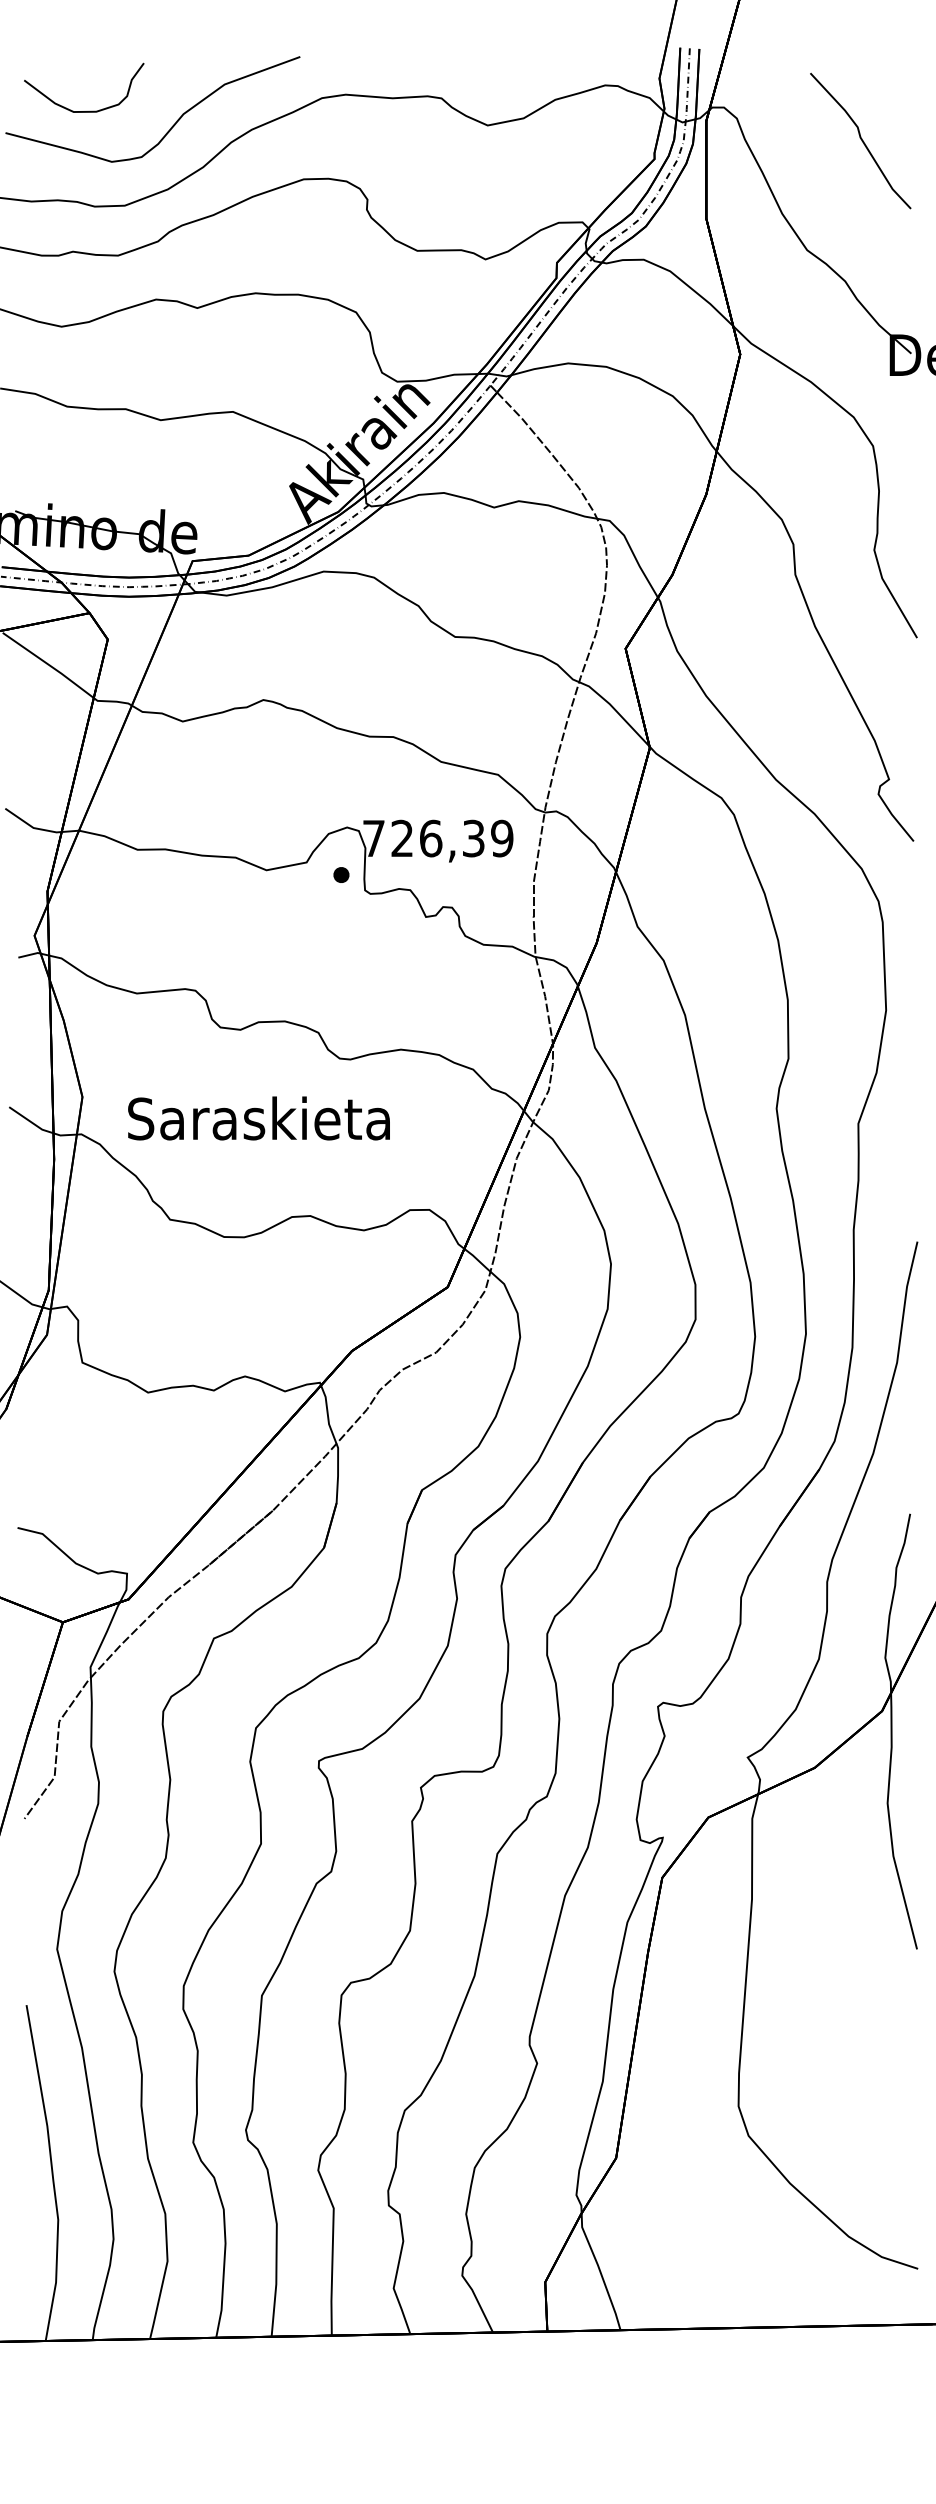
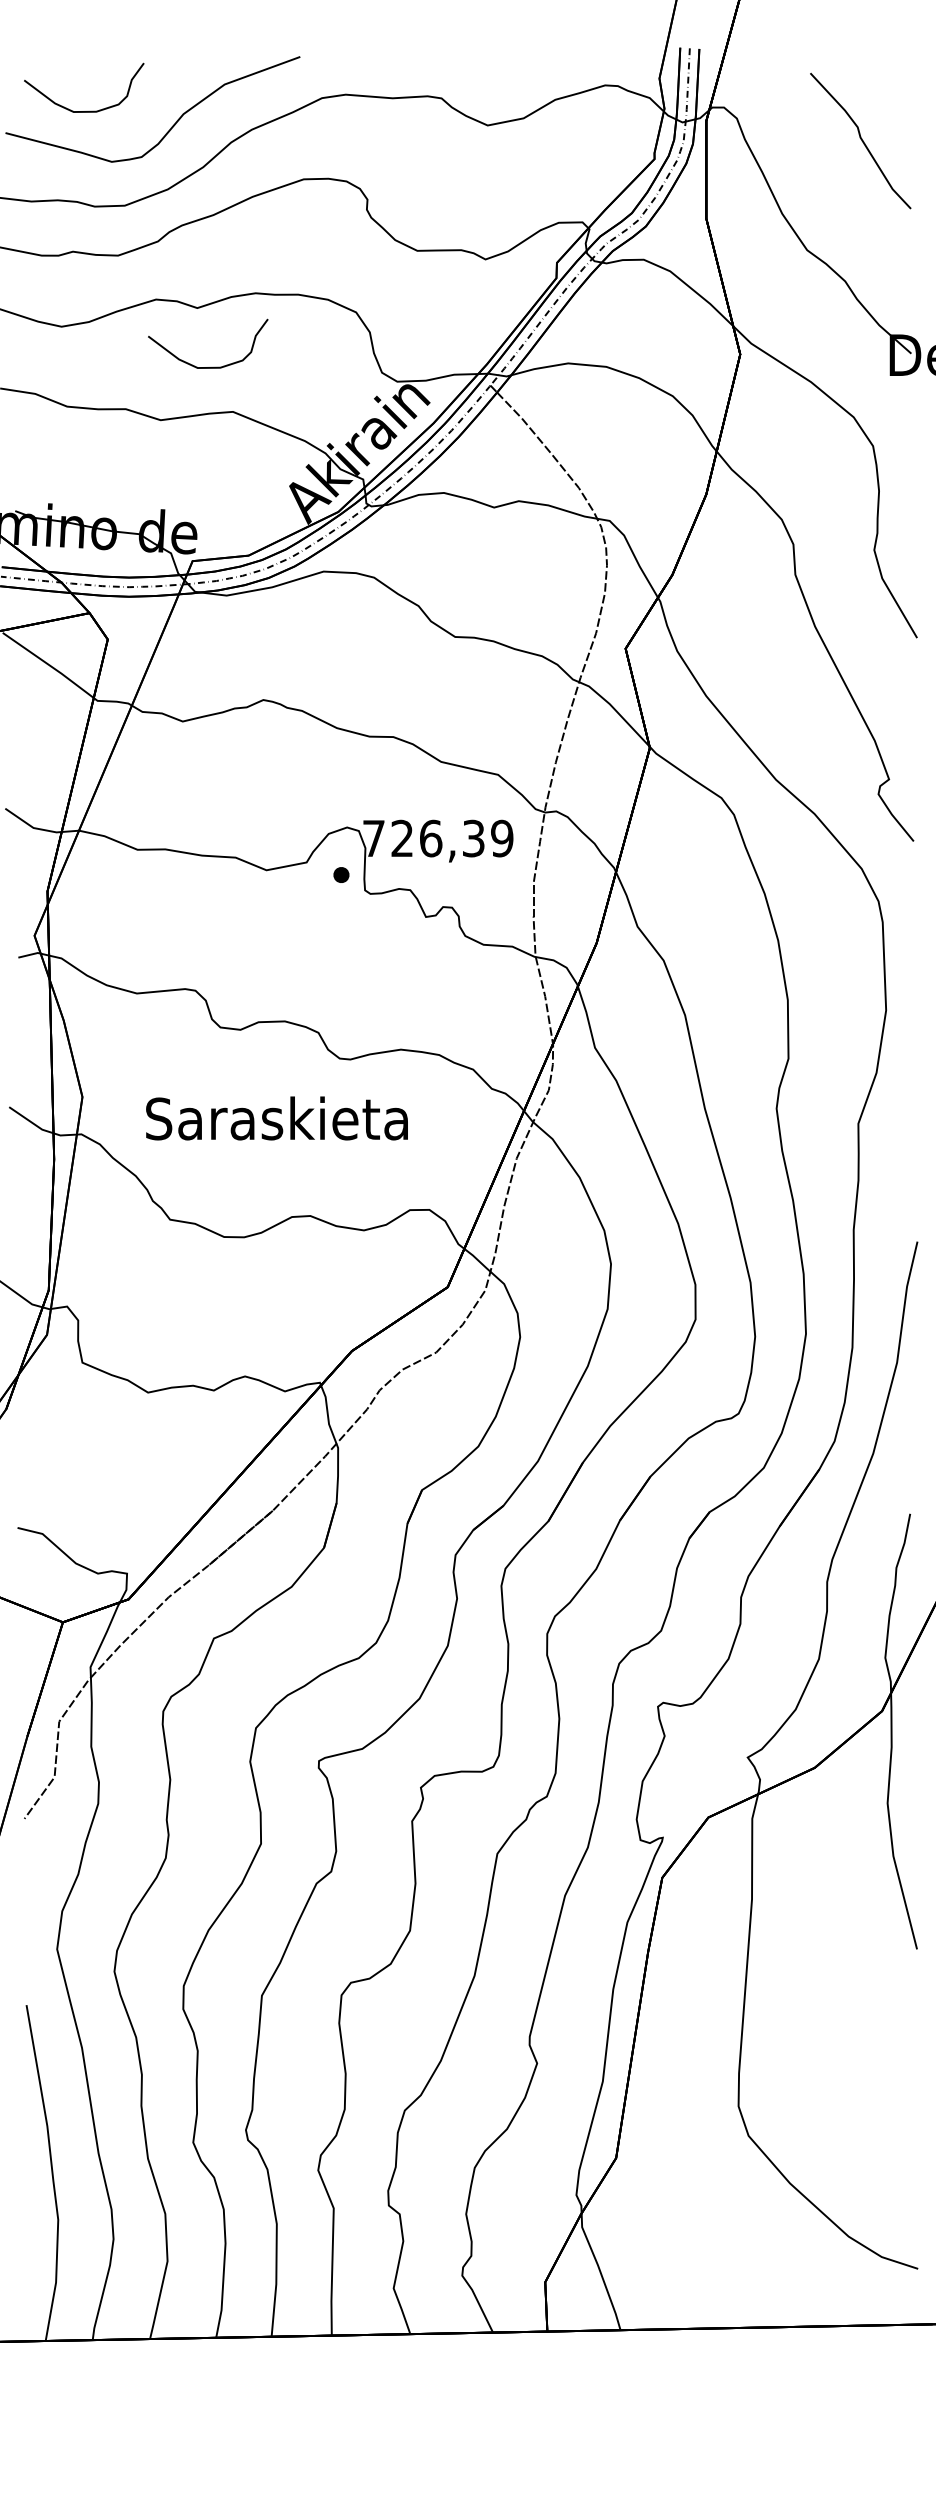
curve at (213, 366): none -> present
text at (258, 1118) position: (258, 1118) -> (276, 1118)
